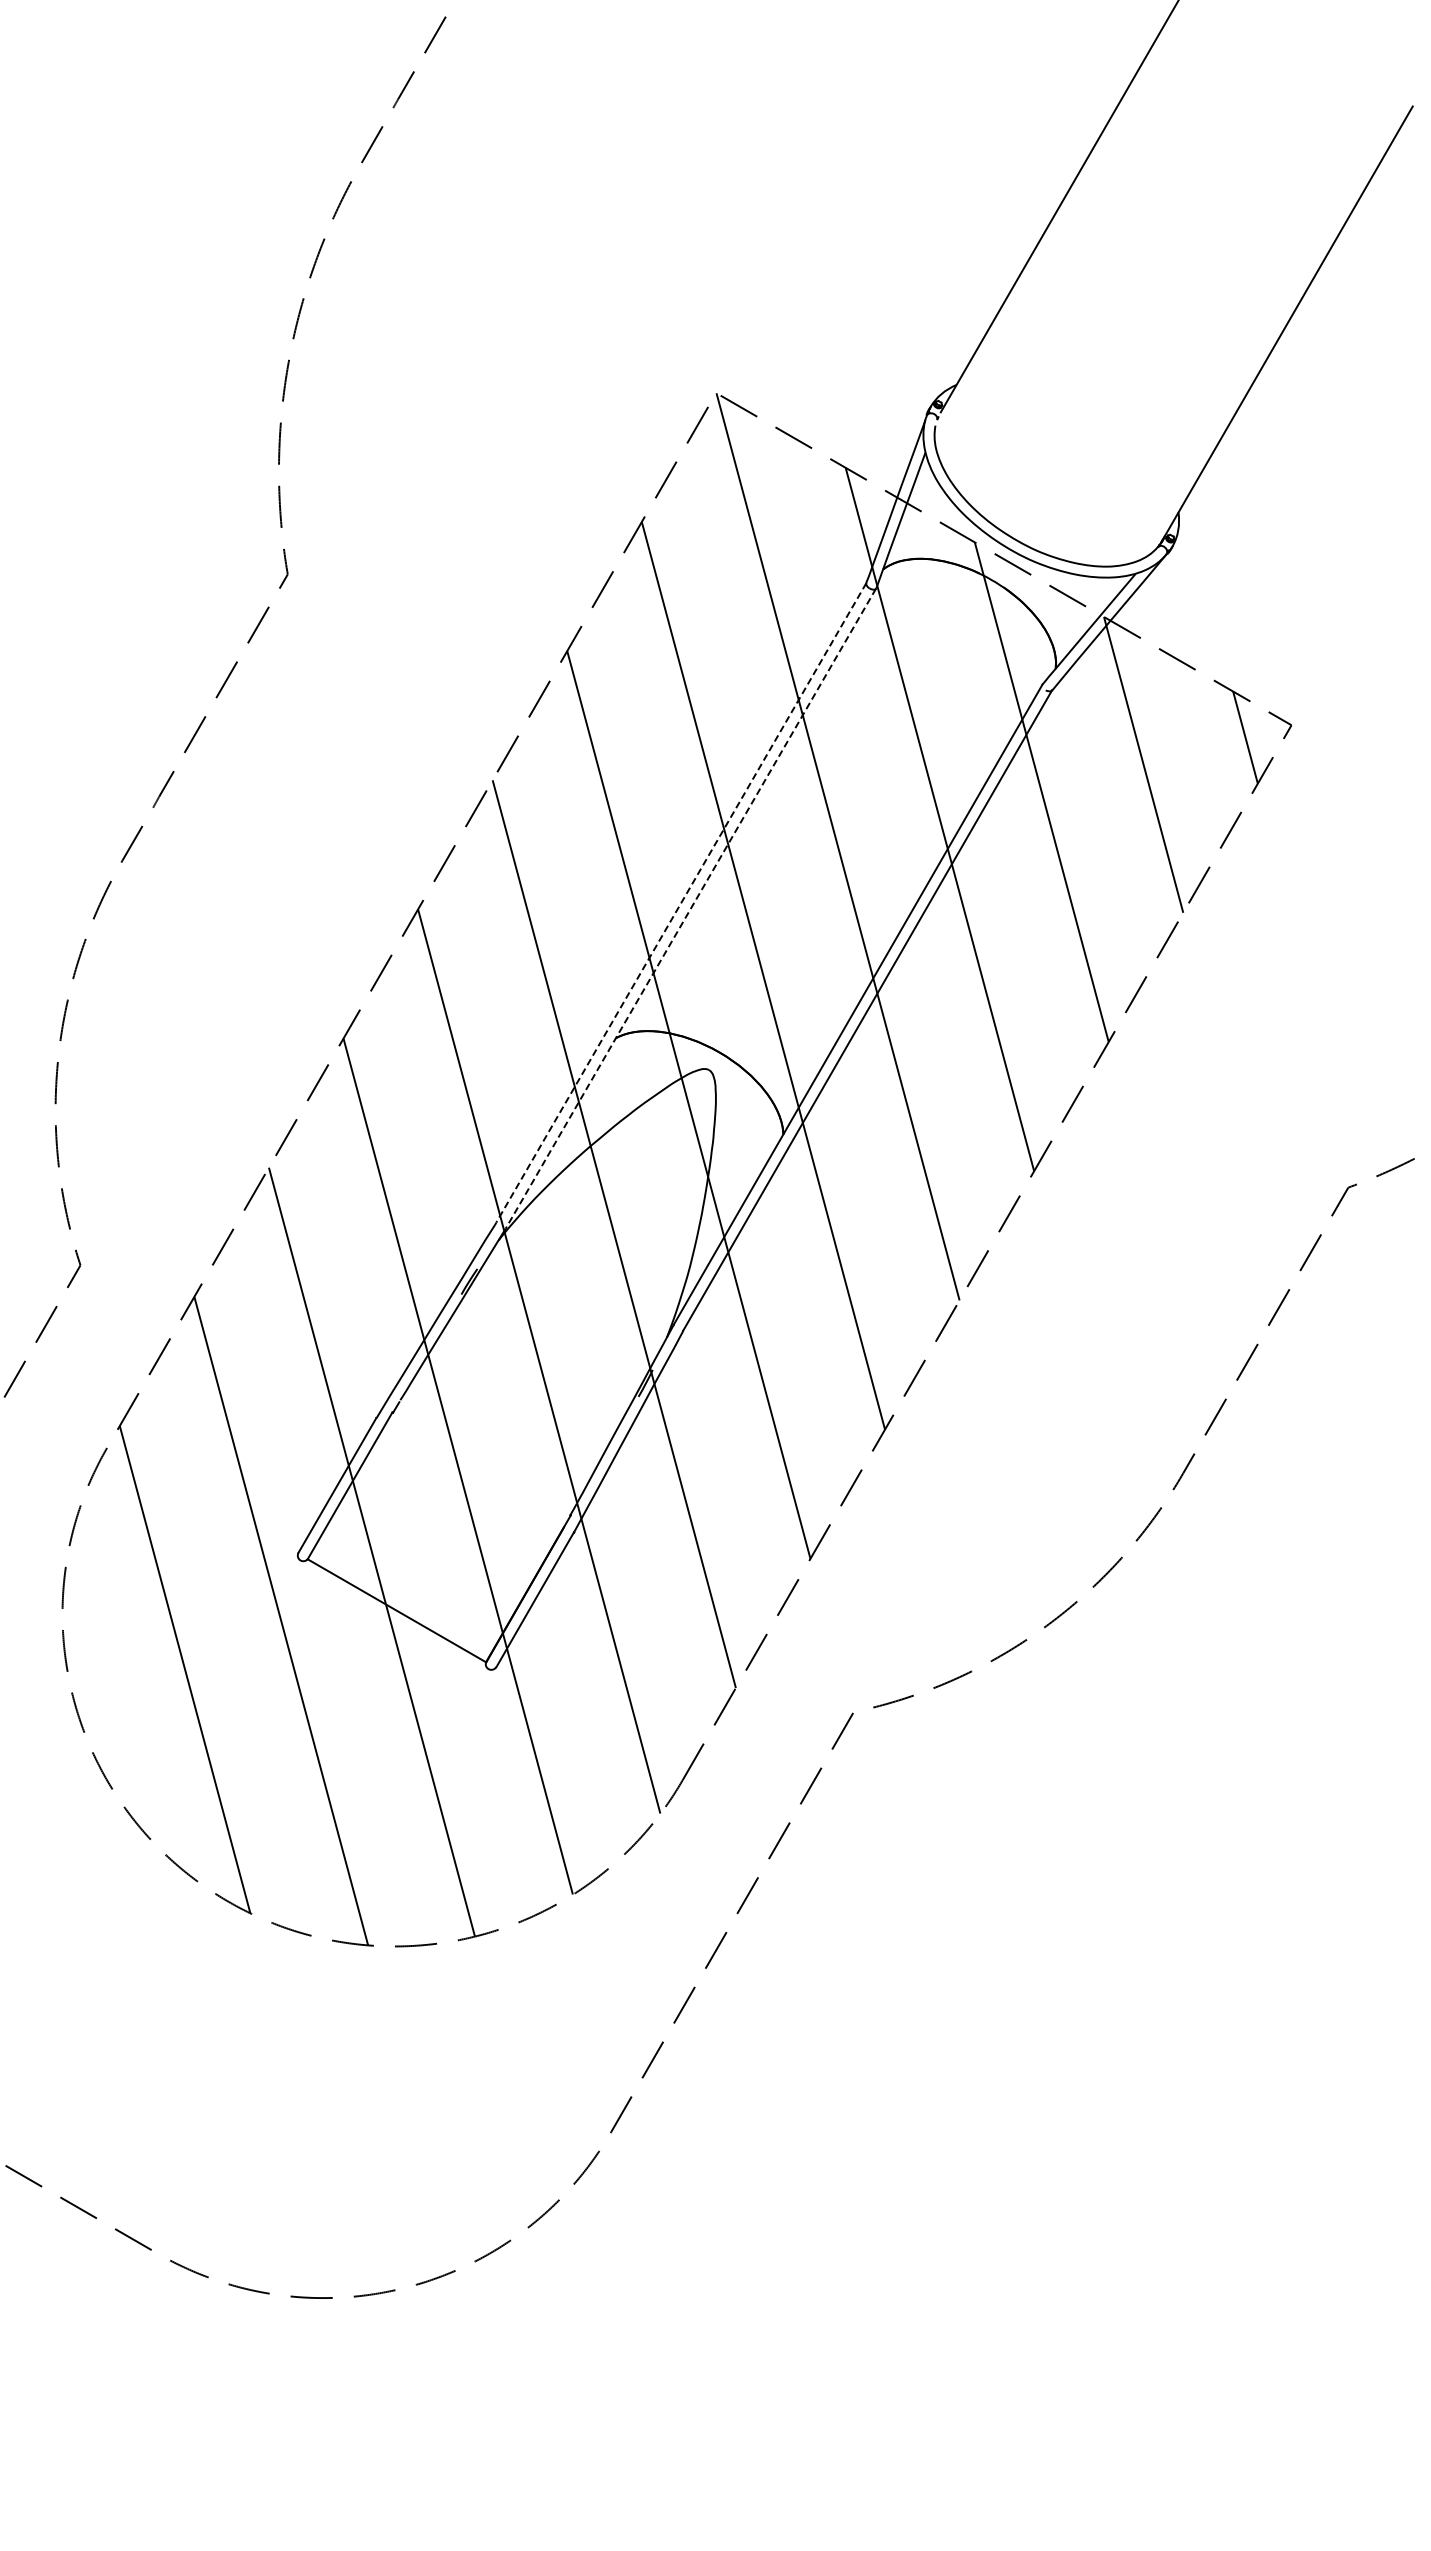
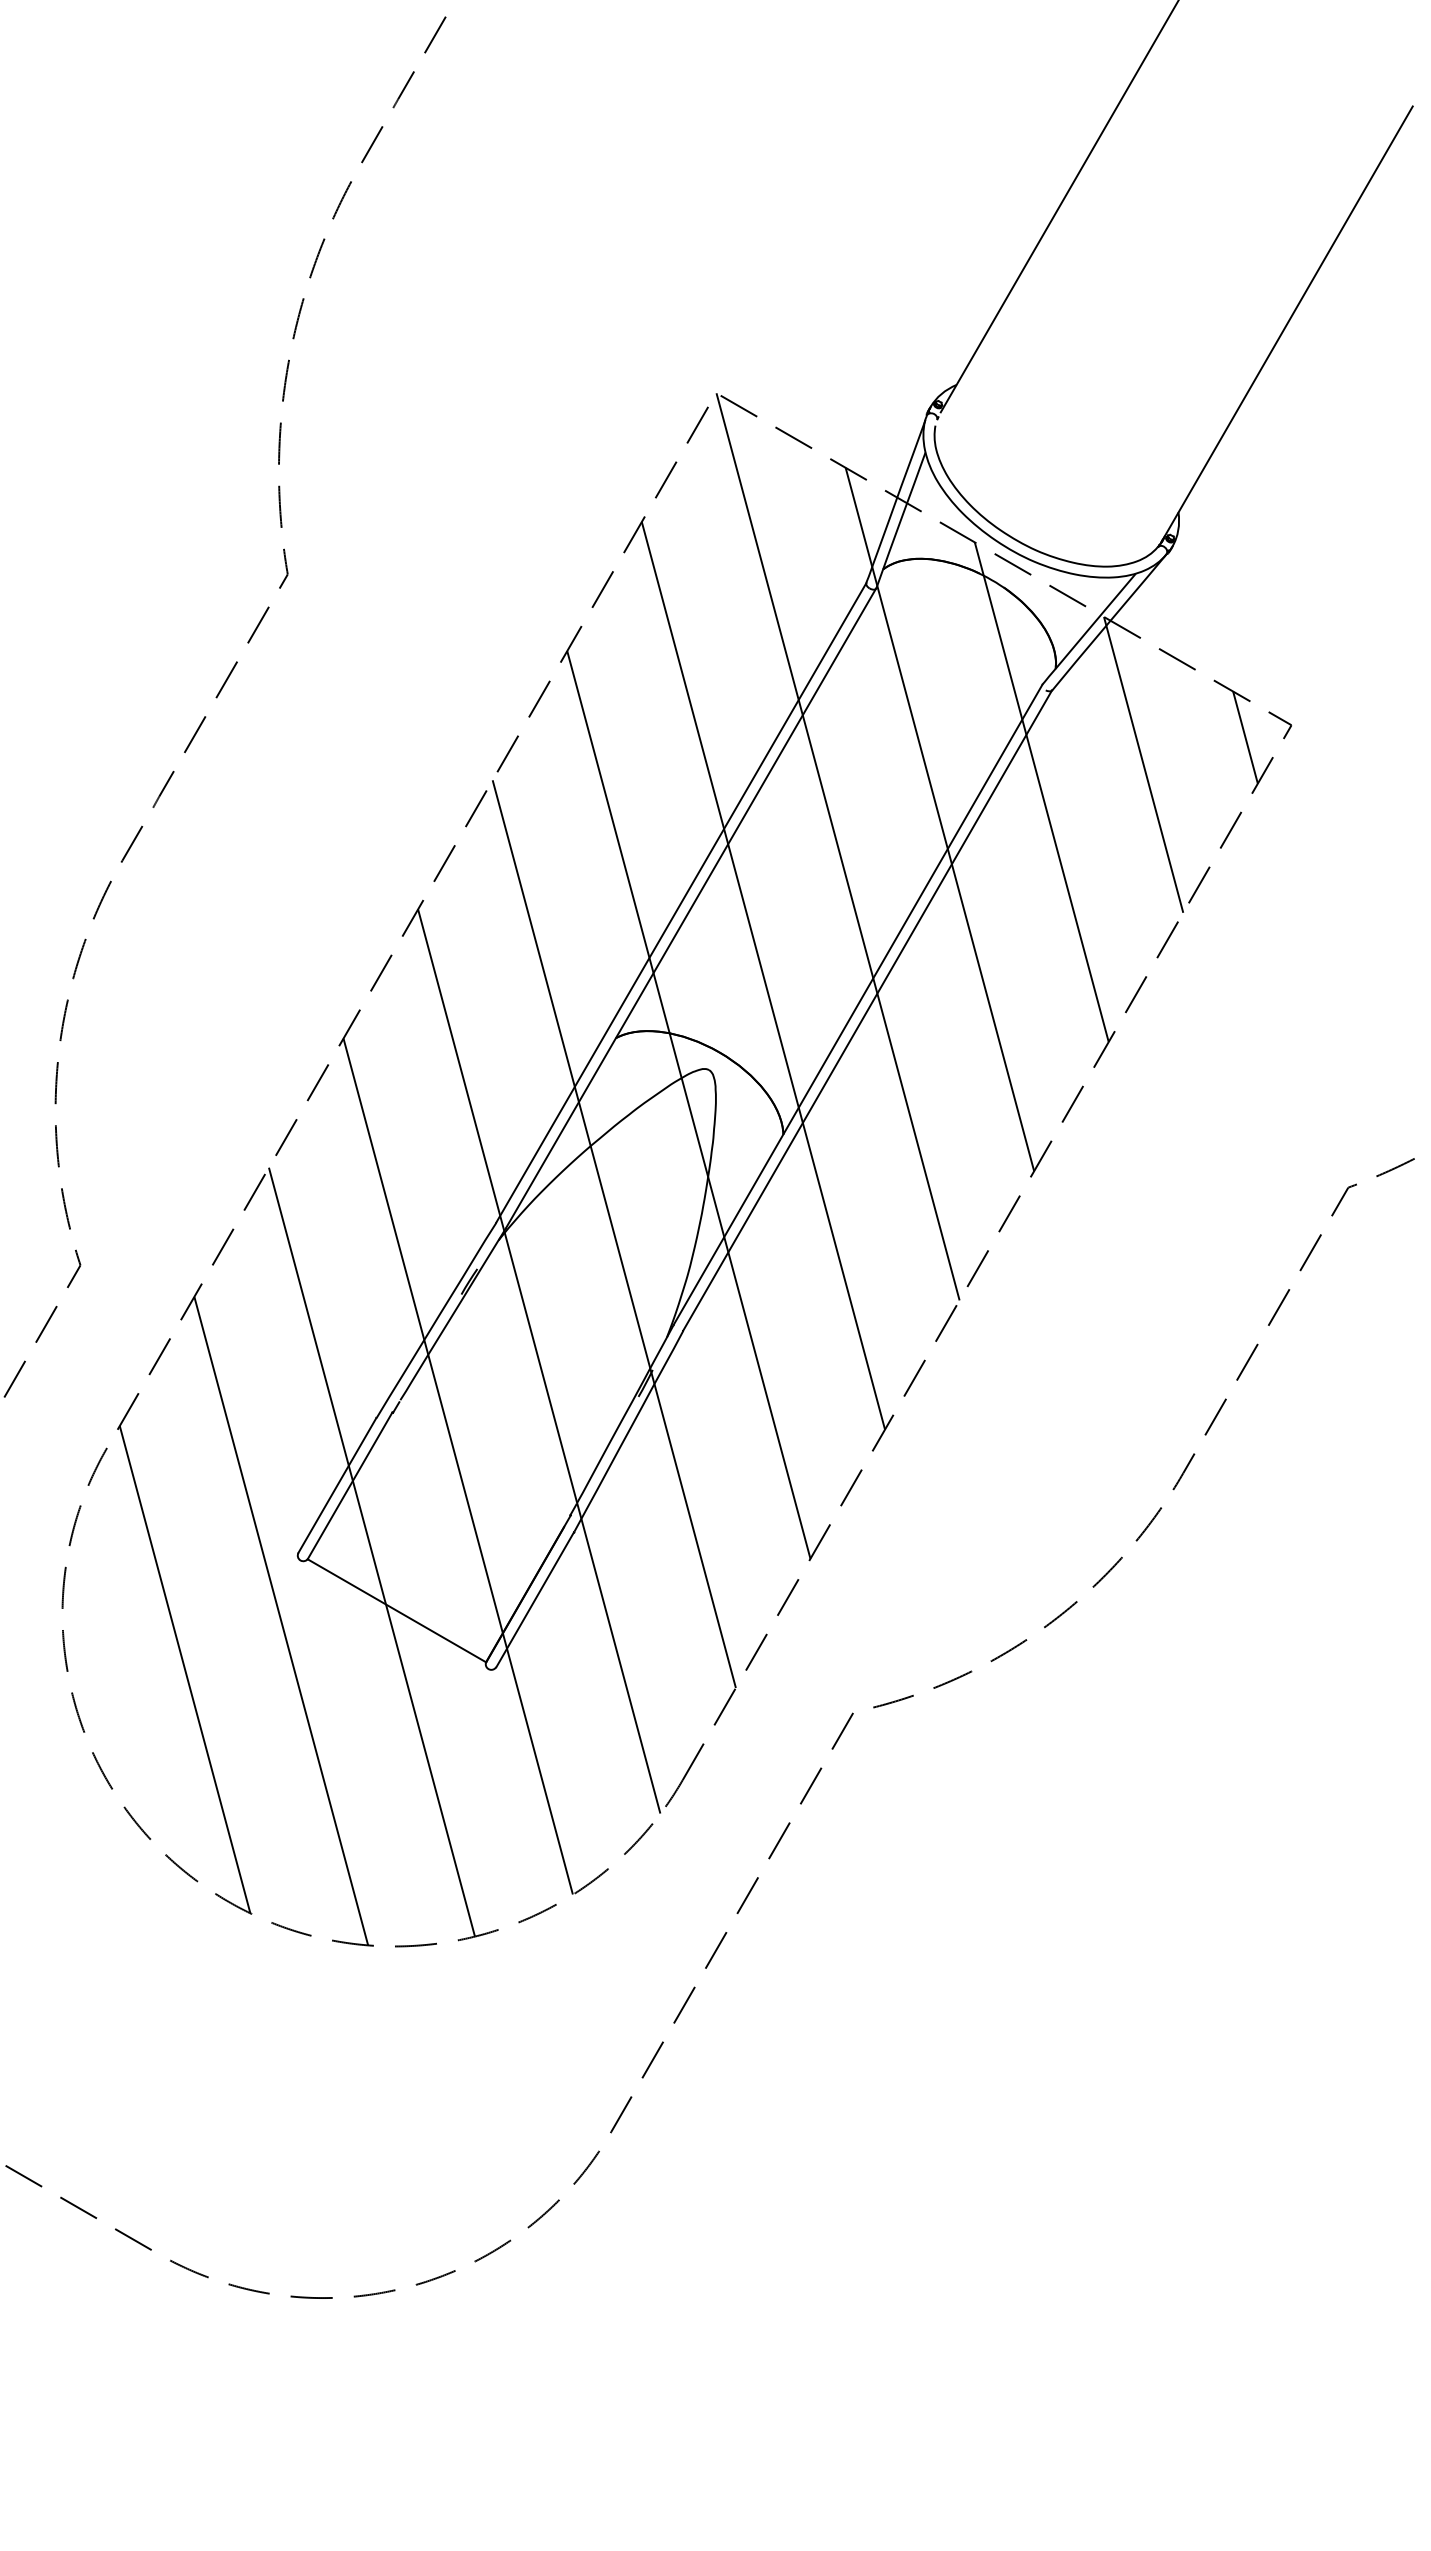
line at (681, 903): dashed -> solid
line at (690, 908): dashed -> solid
